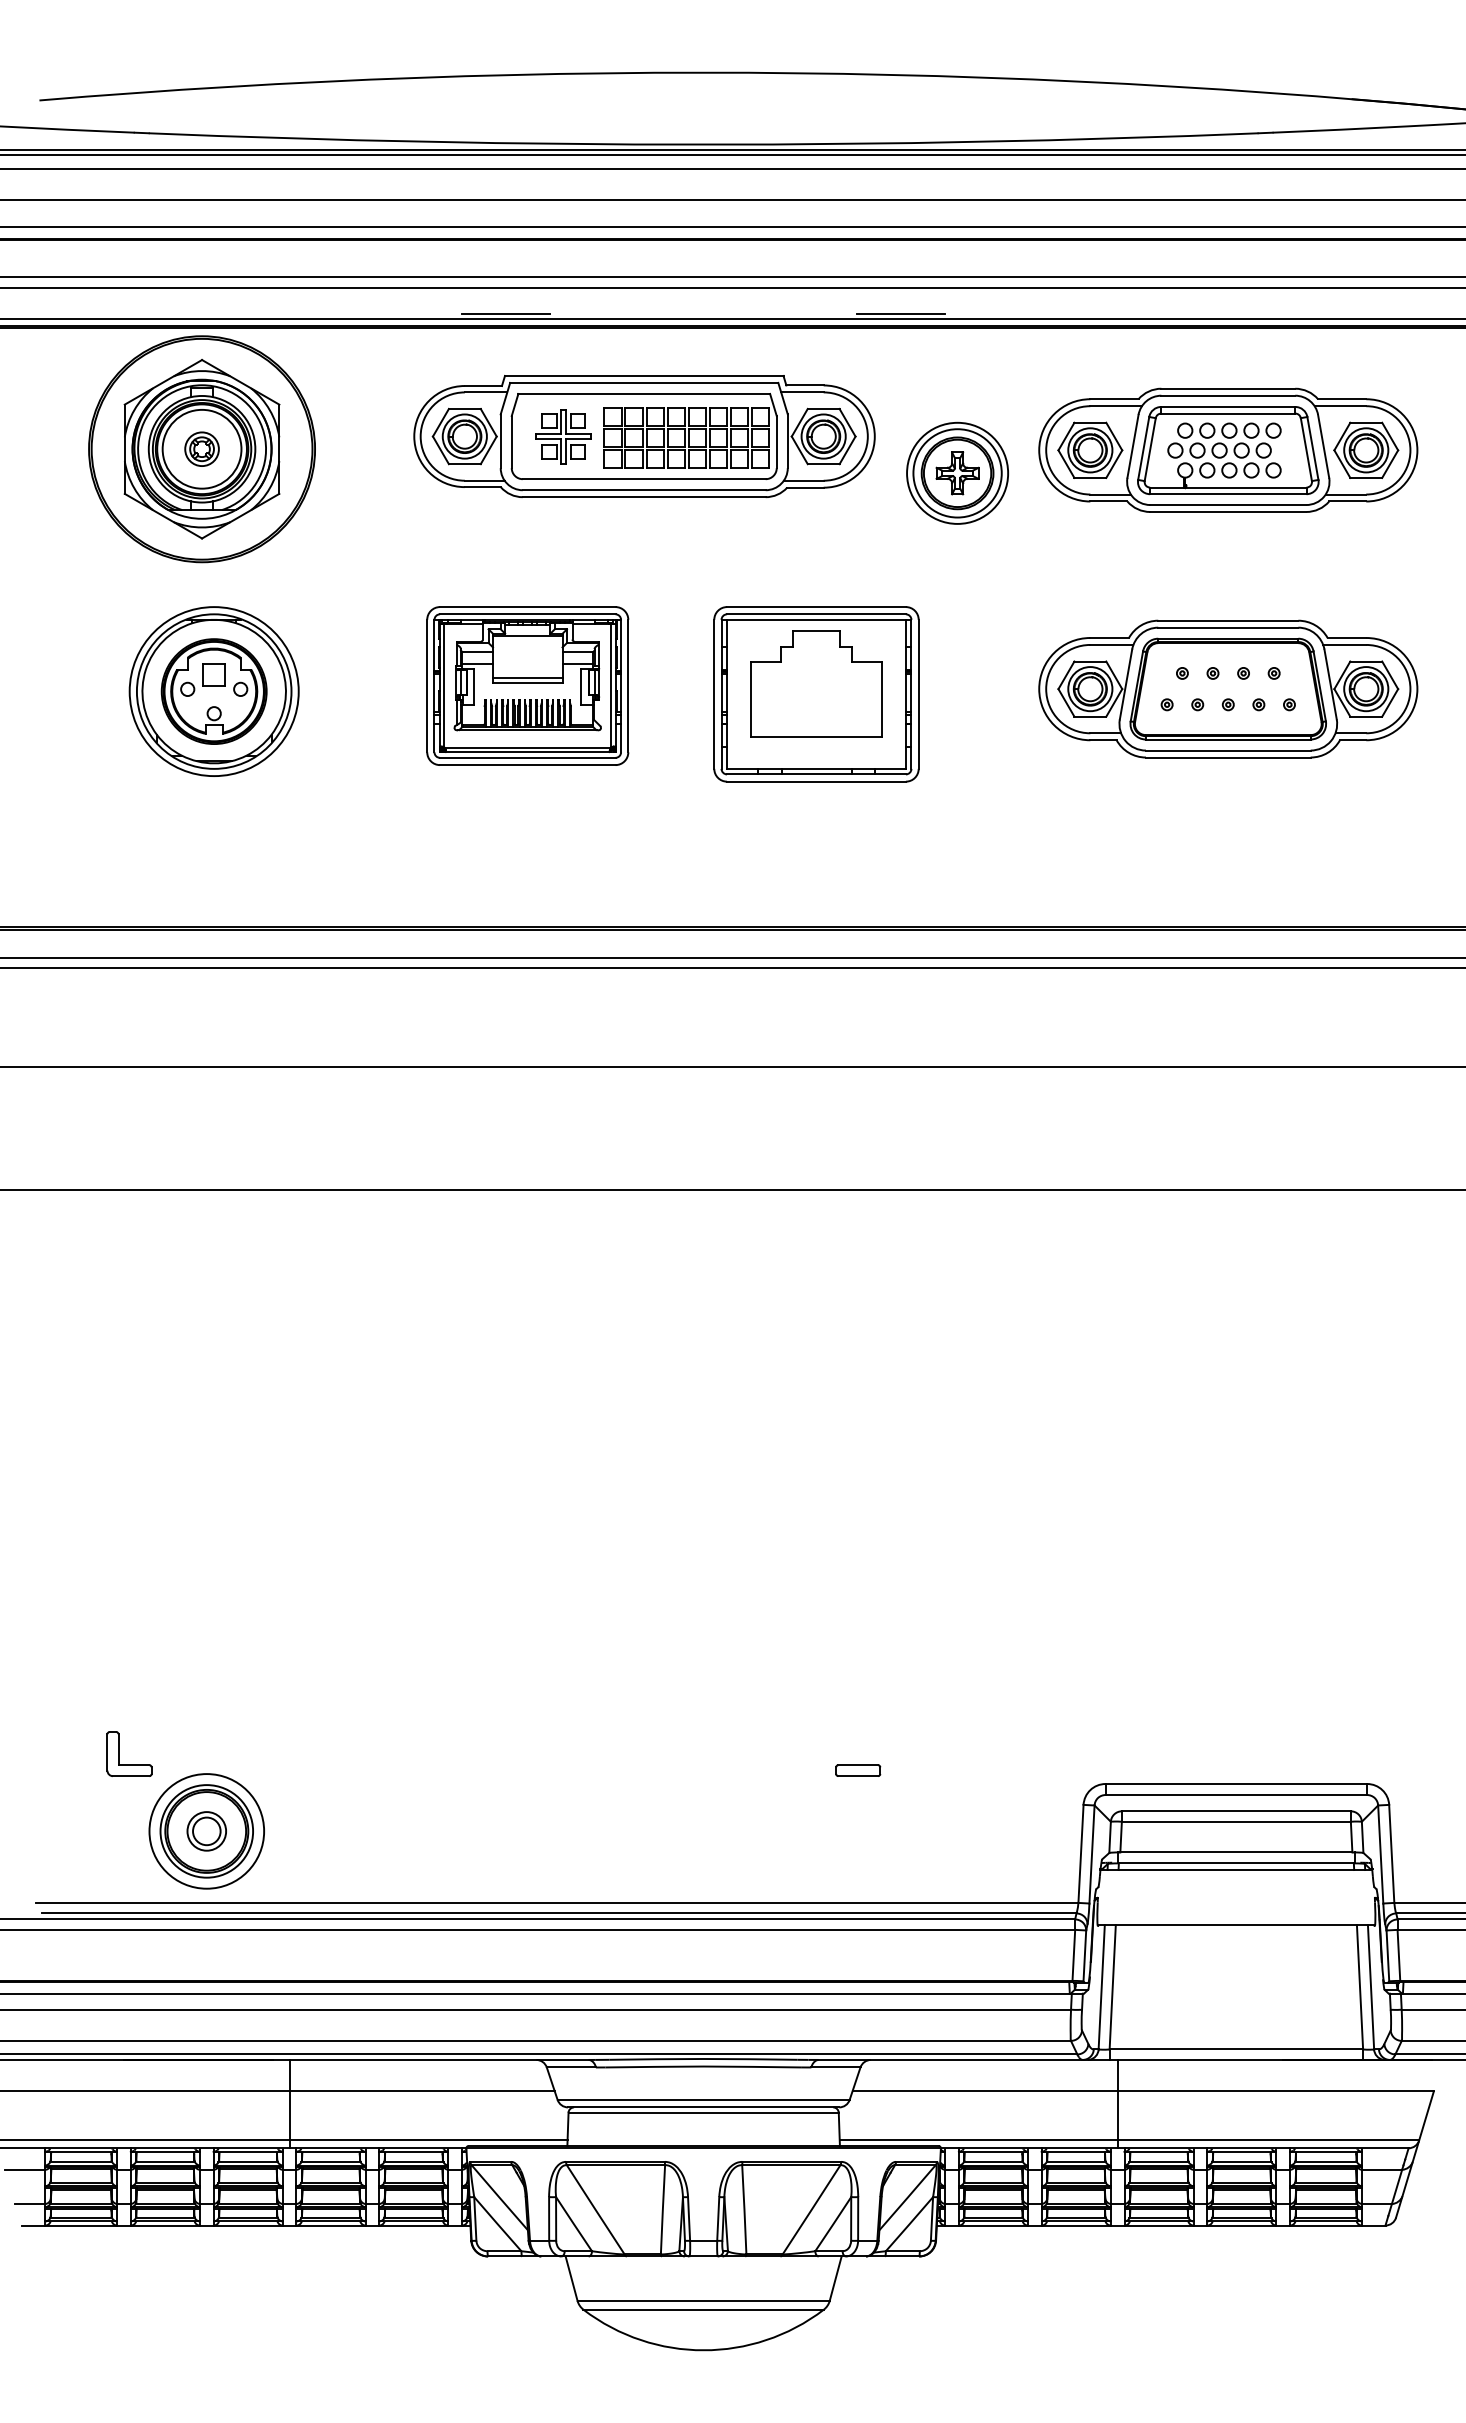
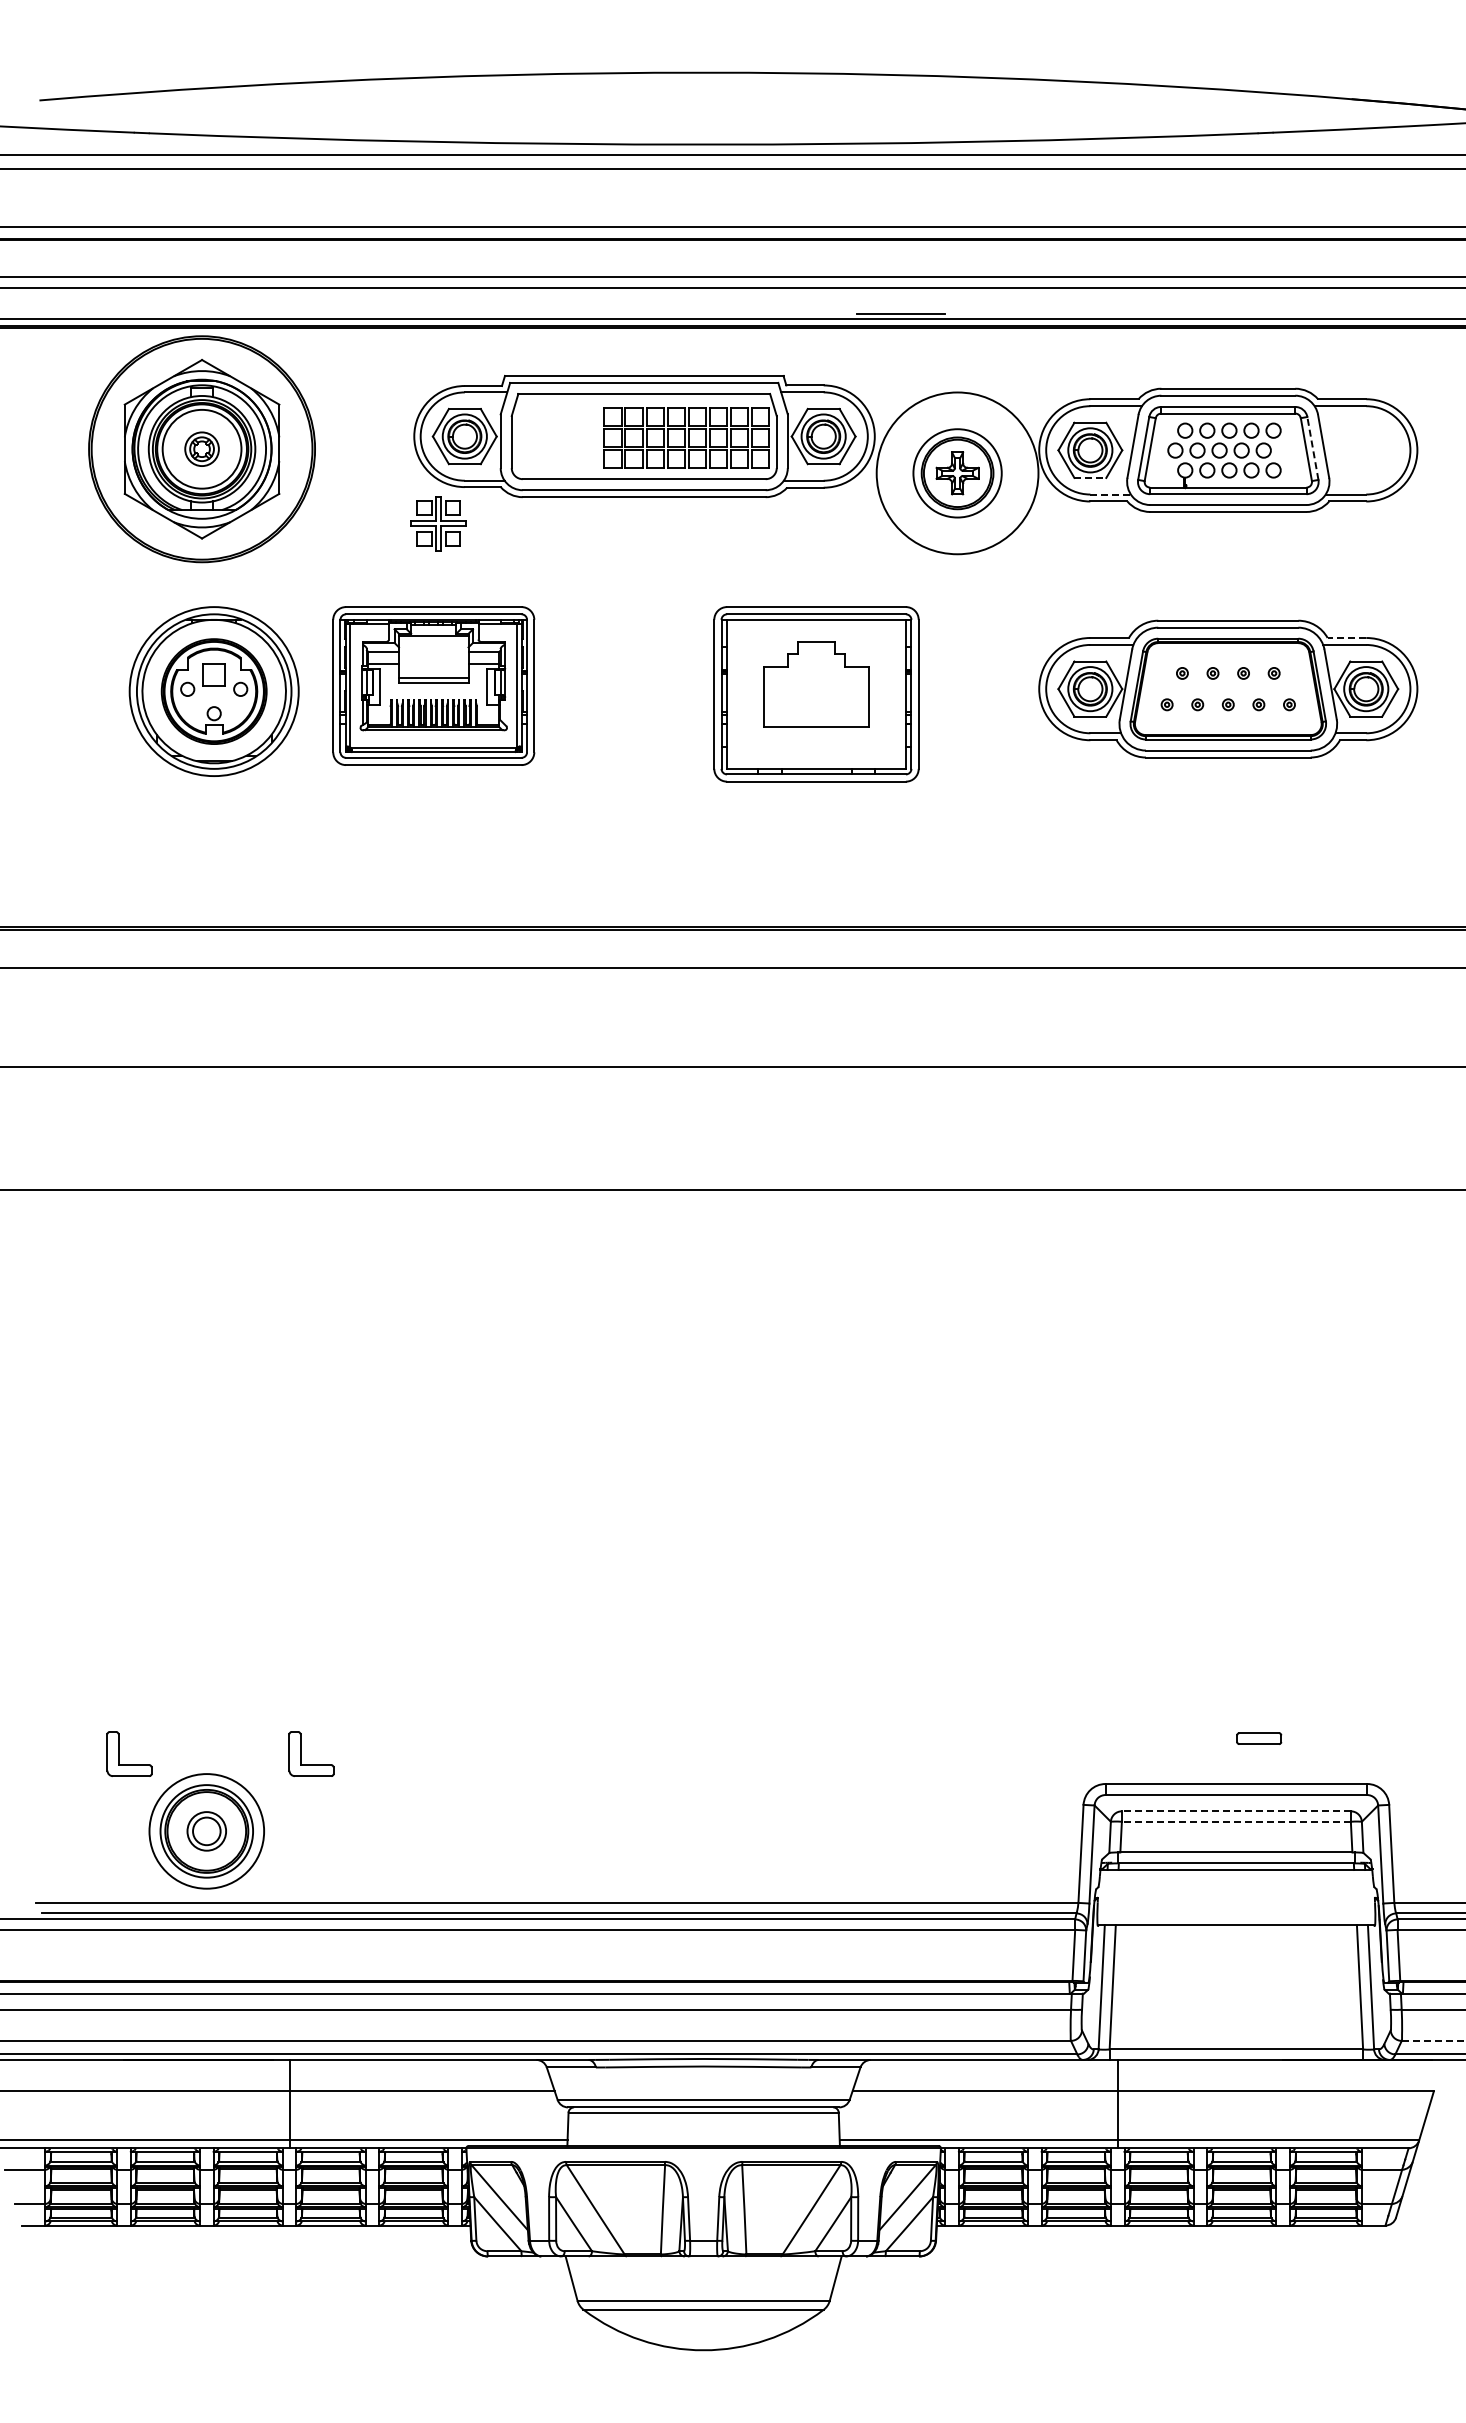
line at (732, 149): present -> none
line at (732, 200): present -> none
line at (505, 314): present -> none
part at (563, 436) position: (563, 436) -> (438, 523)
line at (1312, 448): solid -> dashed
part at (1366, 449): present -> none
circle at (957, 472) diameter: 101 px -> 162 px
line at (1090, 477): solid -> dashed
line at (1111, 494): solid -> dashed
line at (1346, 638): solid -> dashed
part at (816, 683) size: 133x108 px -> 107x87 px
part at (527, 685) position: (527, 685) -> (433, 685)
line at (732, 958): present -> none
part at (301, 1753): none -> present
part at (858, 1770) position: (858, 1770) -> (1259, 1738)
line at (1235, 1811): solid -> dashed
line at (1235, 1821): solid -> dashed
line at (1433, 2040): solid -> dashed
